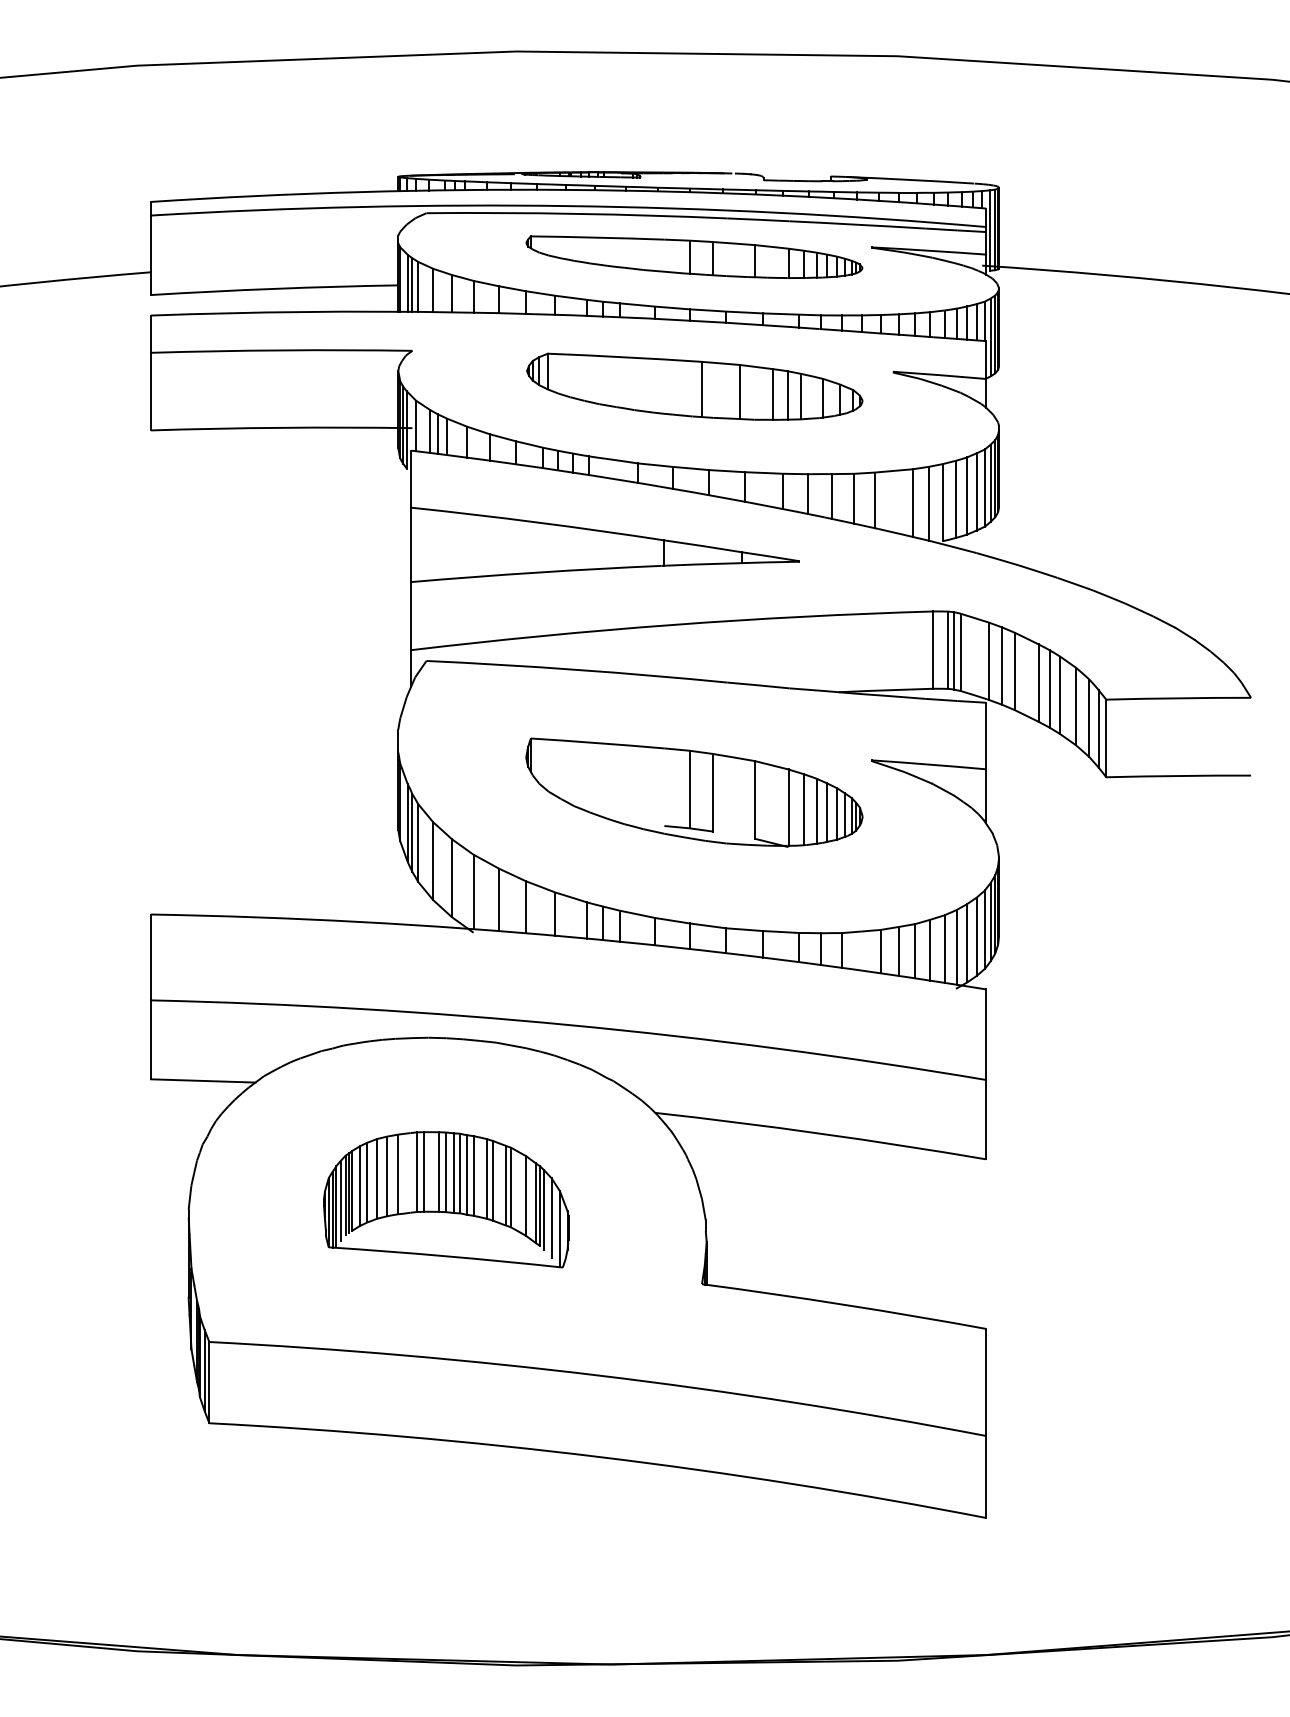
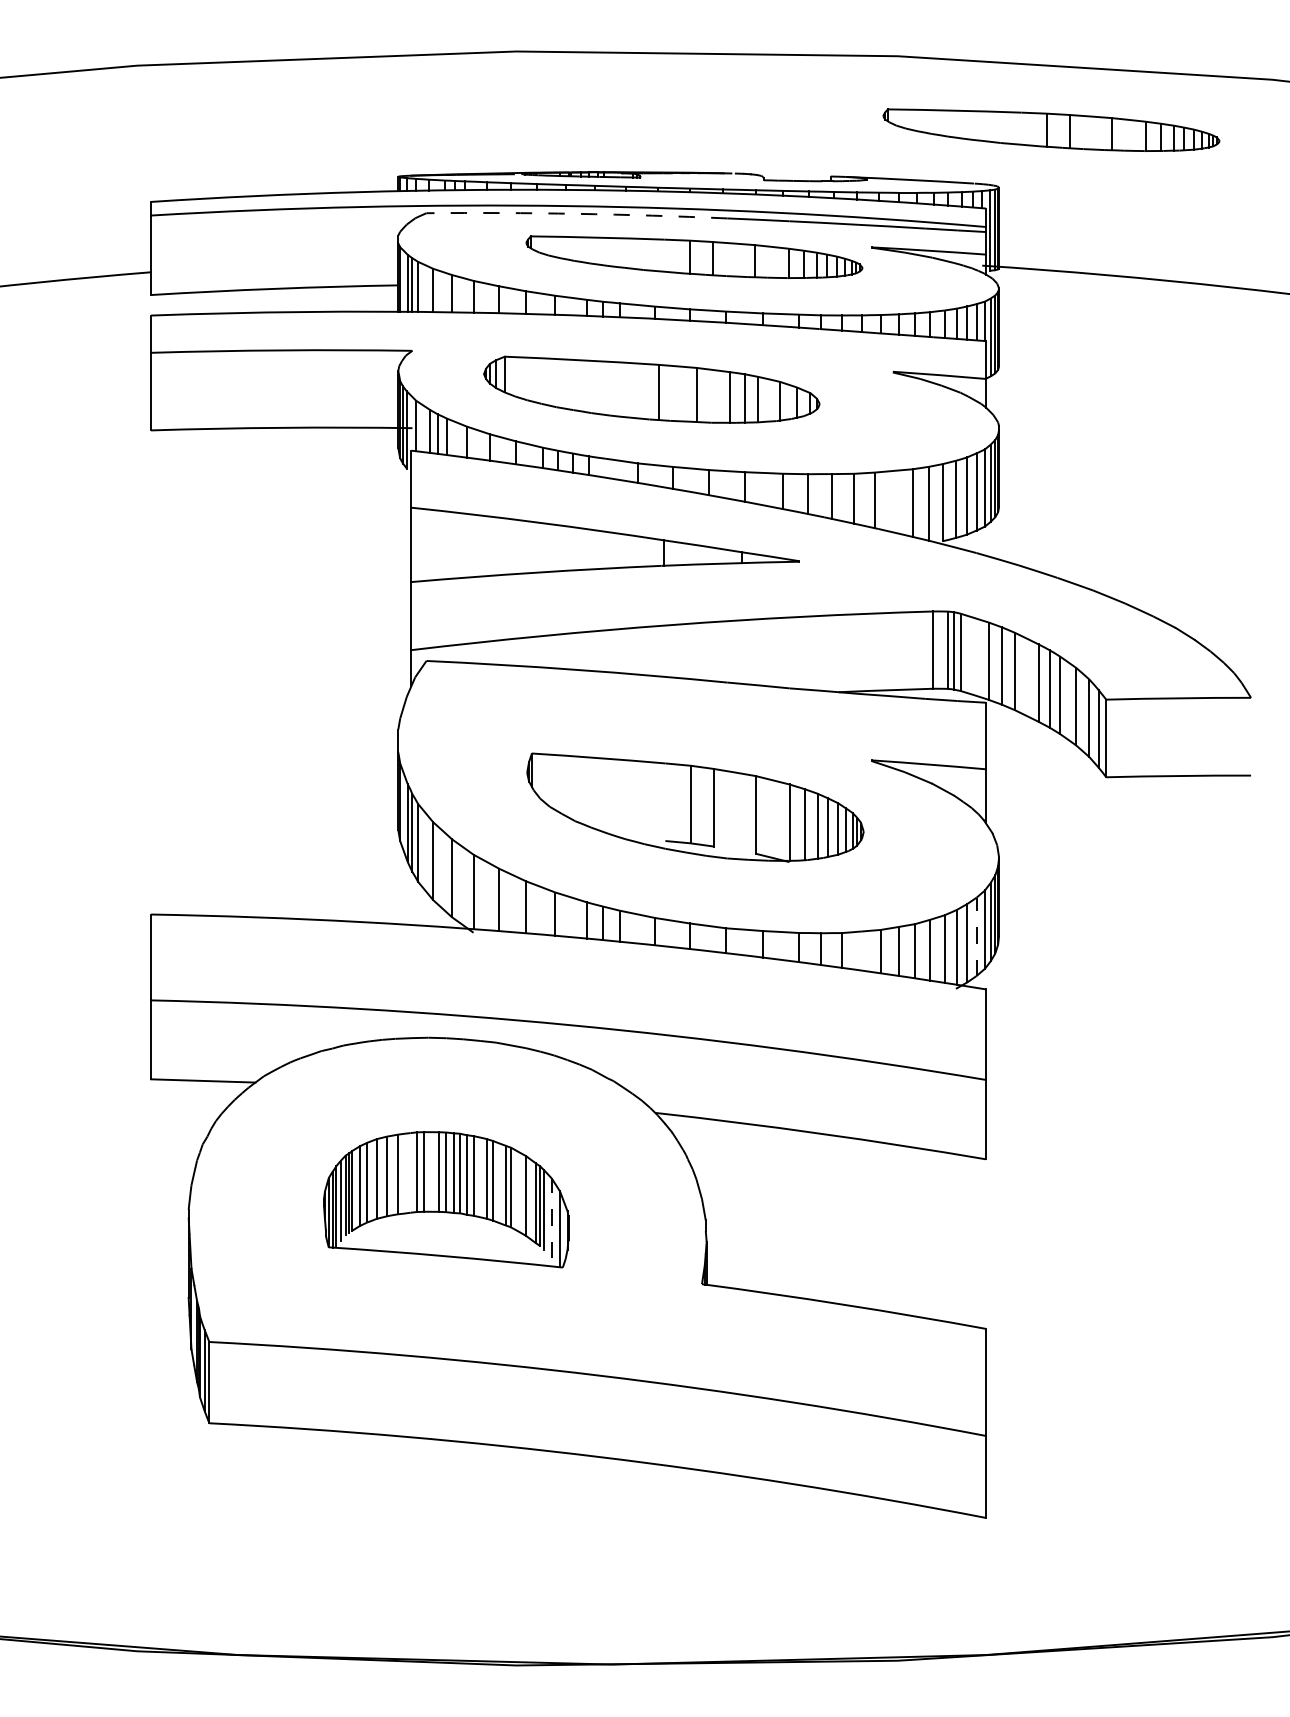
part at (1051, 129): none -> present
arc at (577, 213): solid -> dashed
part at (694, 386) position: (694, 386) -> (651, 389)
part at (694, 792) position: (694, 792) -> (695, 807)
line at (976, 936): solid -> dashed
line at (551, 1218): solid -> dashed
